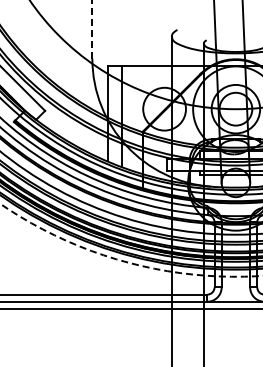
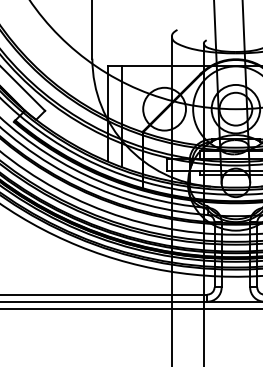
line at (92, 29): dashed -> solid
arc at (124, 261): dashed -> solid
